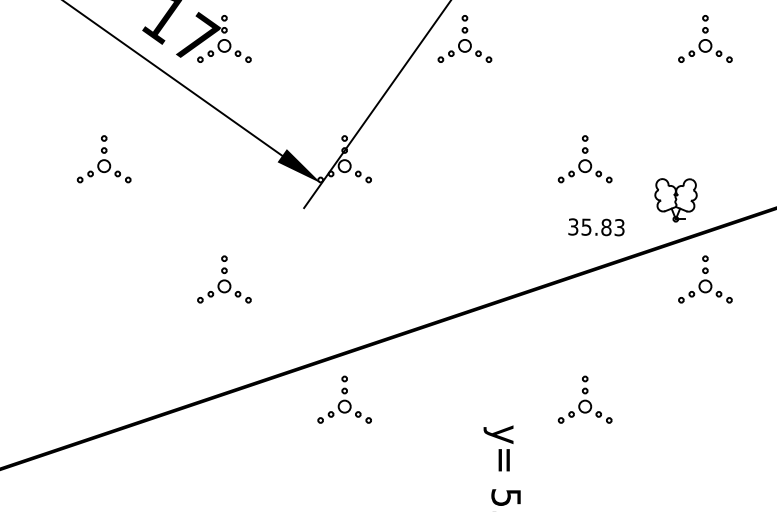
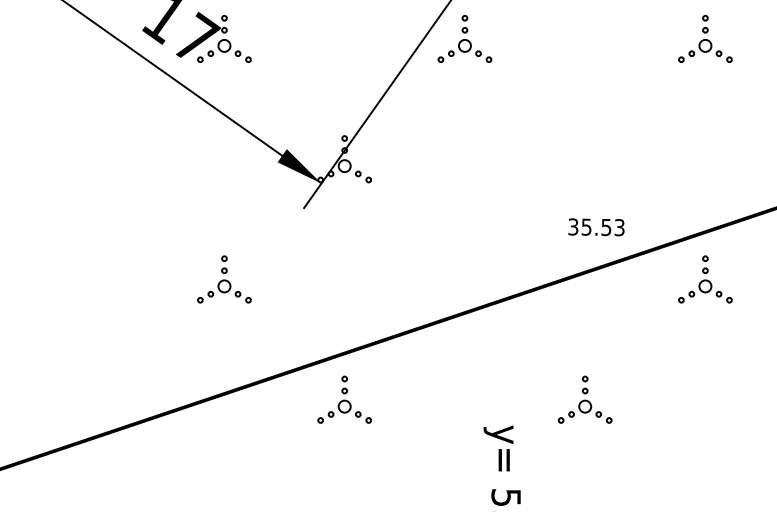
part at (103, 159): present -> none
part at (584, 159): present -> none
part at (675, 200): present -> none
text at (606, 227): 35.83 -> 35.53
